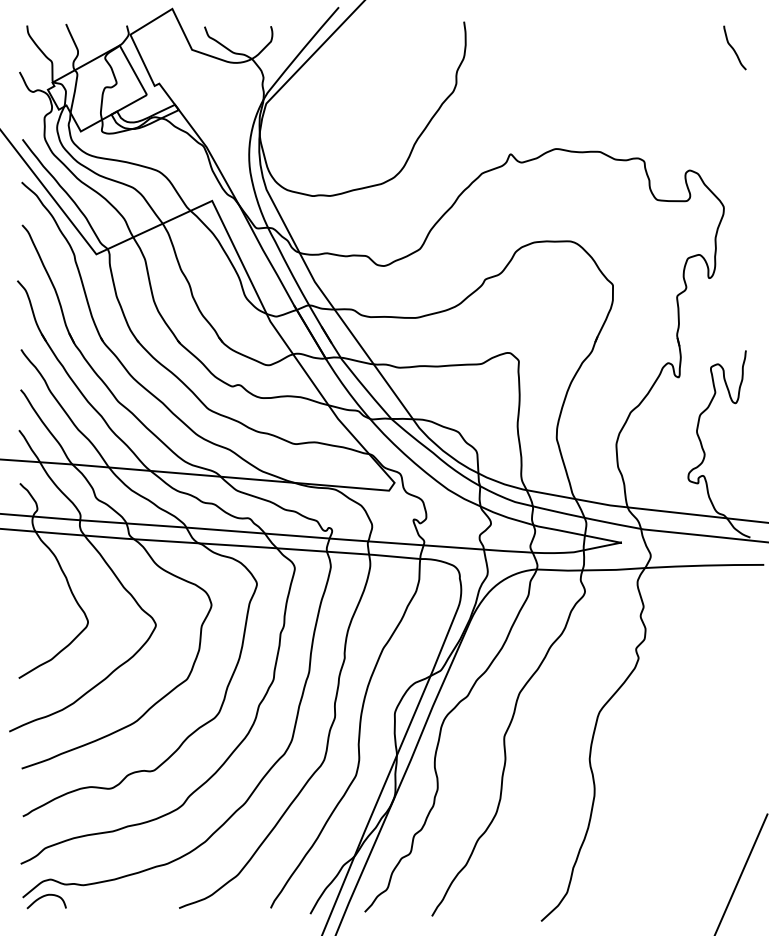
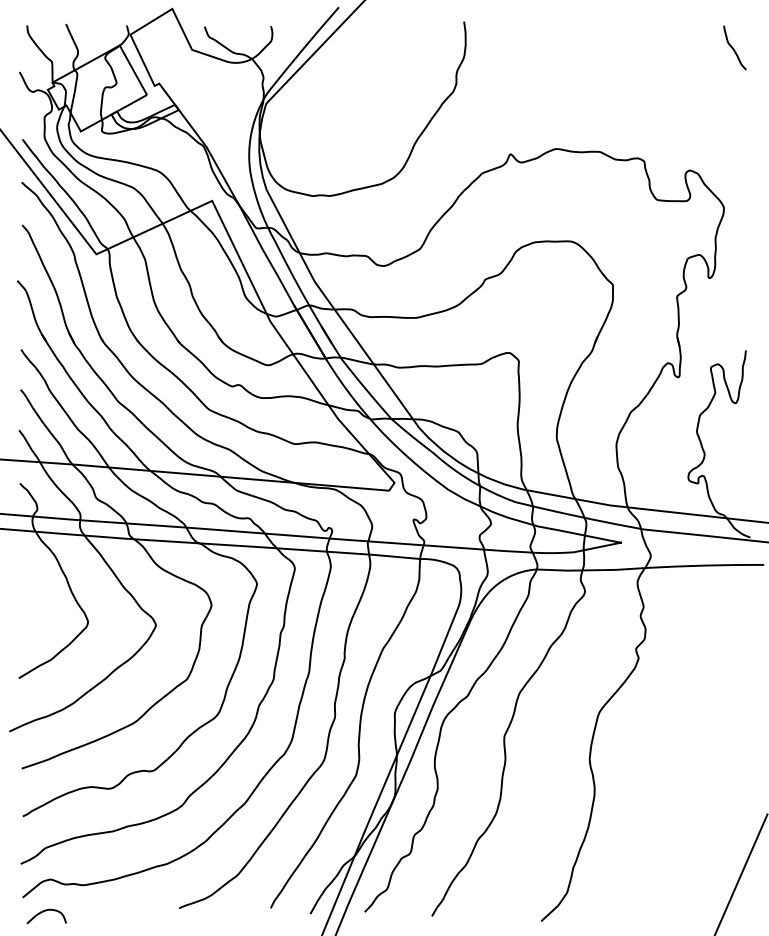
curve at (46, 896) position: (46, 896) -> (46, 911)
